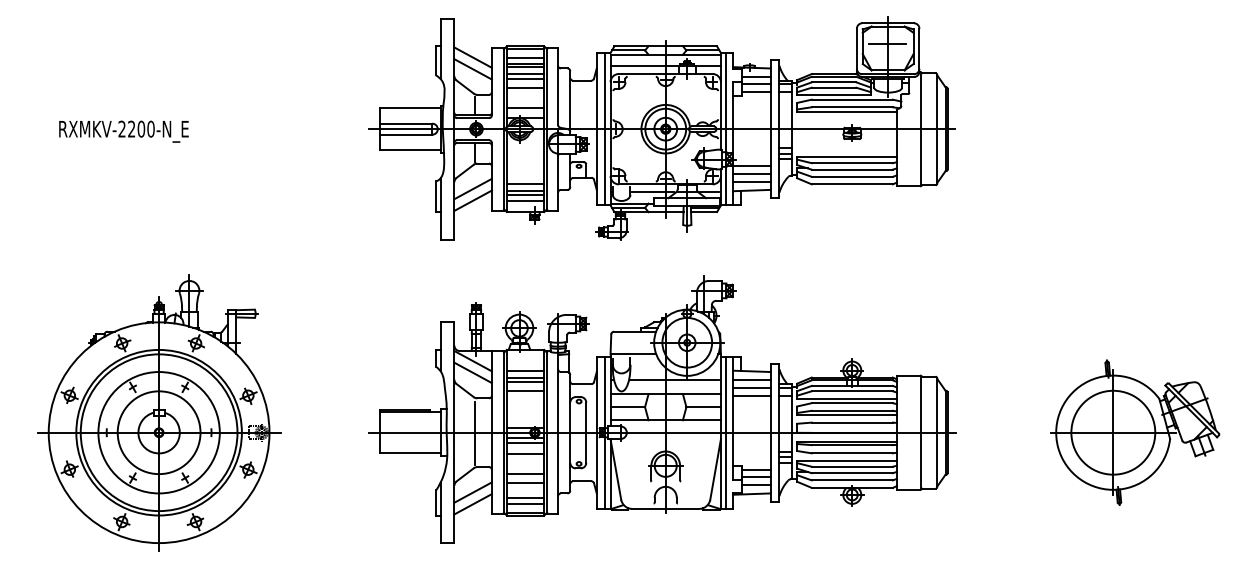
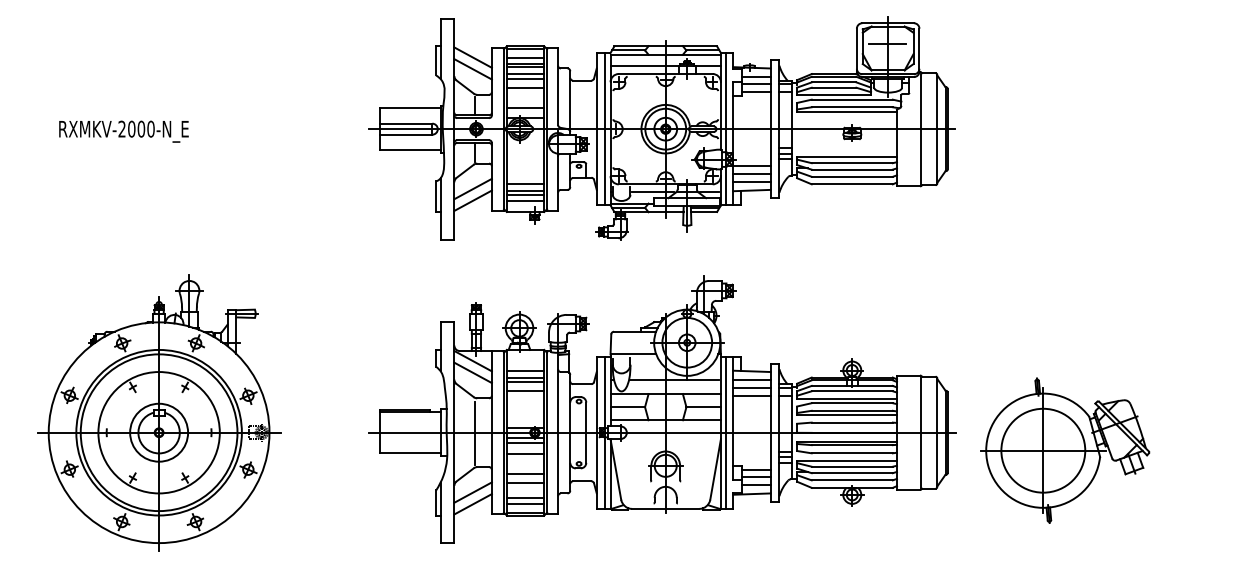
text at (131, 128): RXMKV-2200-N_E -> RXMKV-2000-N_E
circle at (158, 432) diameter: 83 px -> 58 px
part at (1135, 432) position: (1135, 432) -> (1065, 450)
